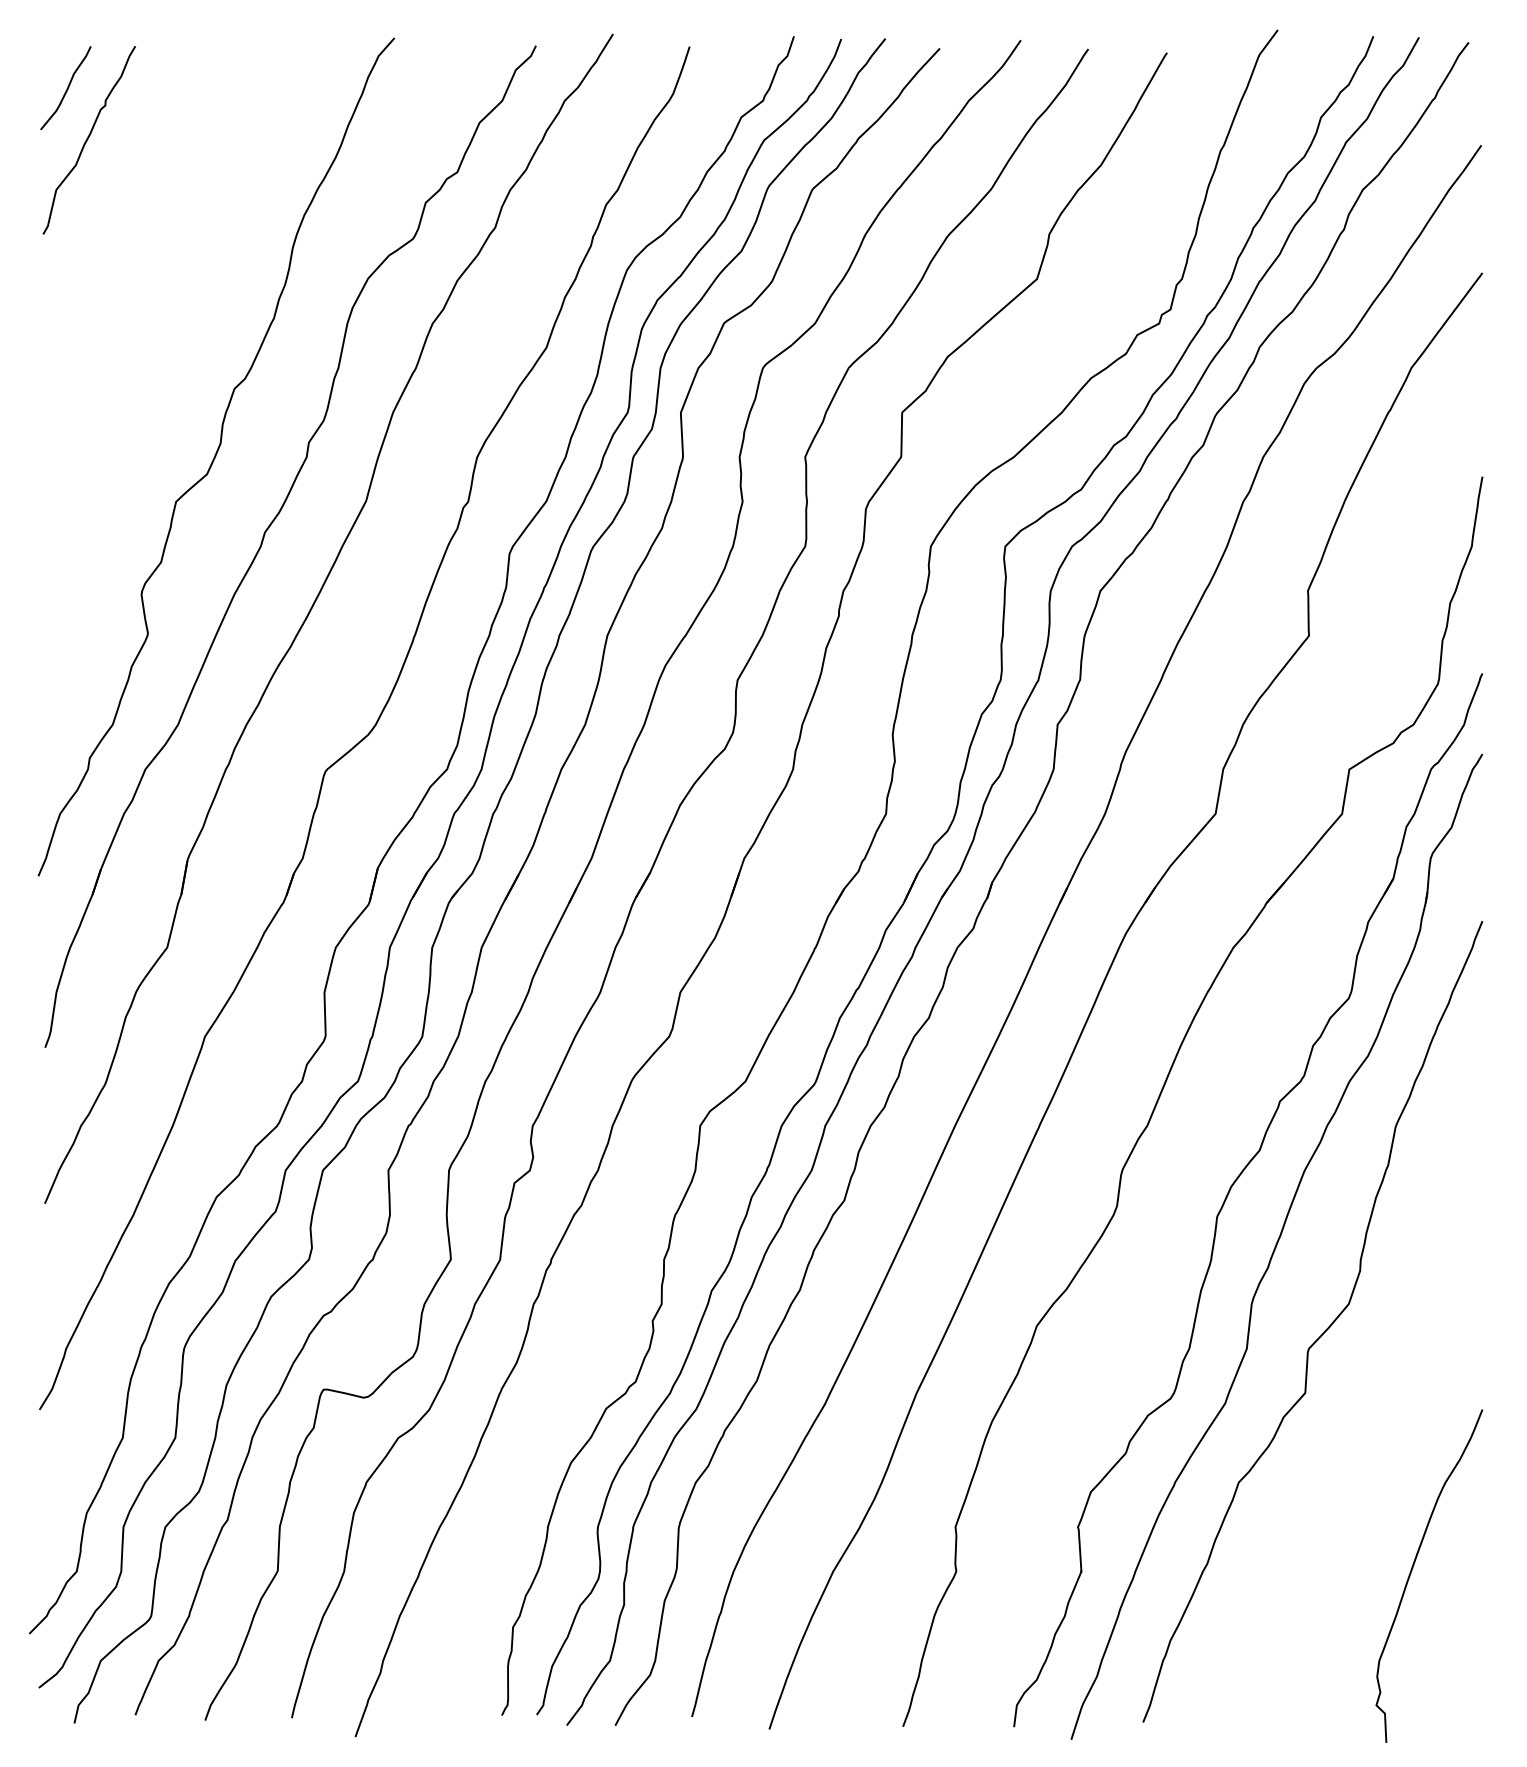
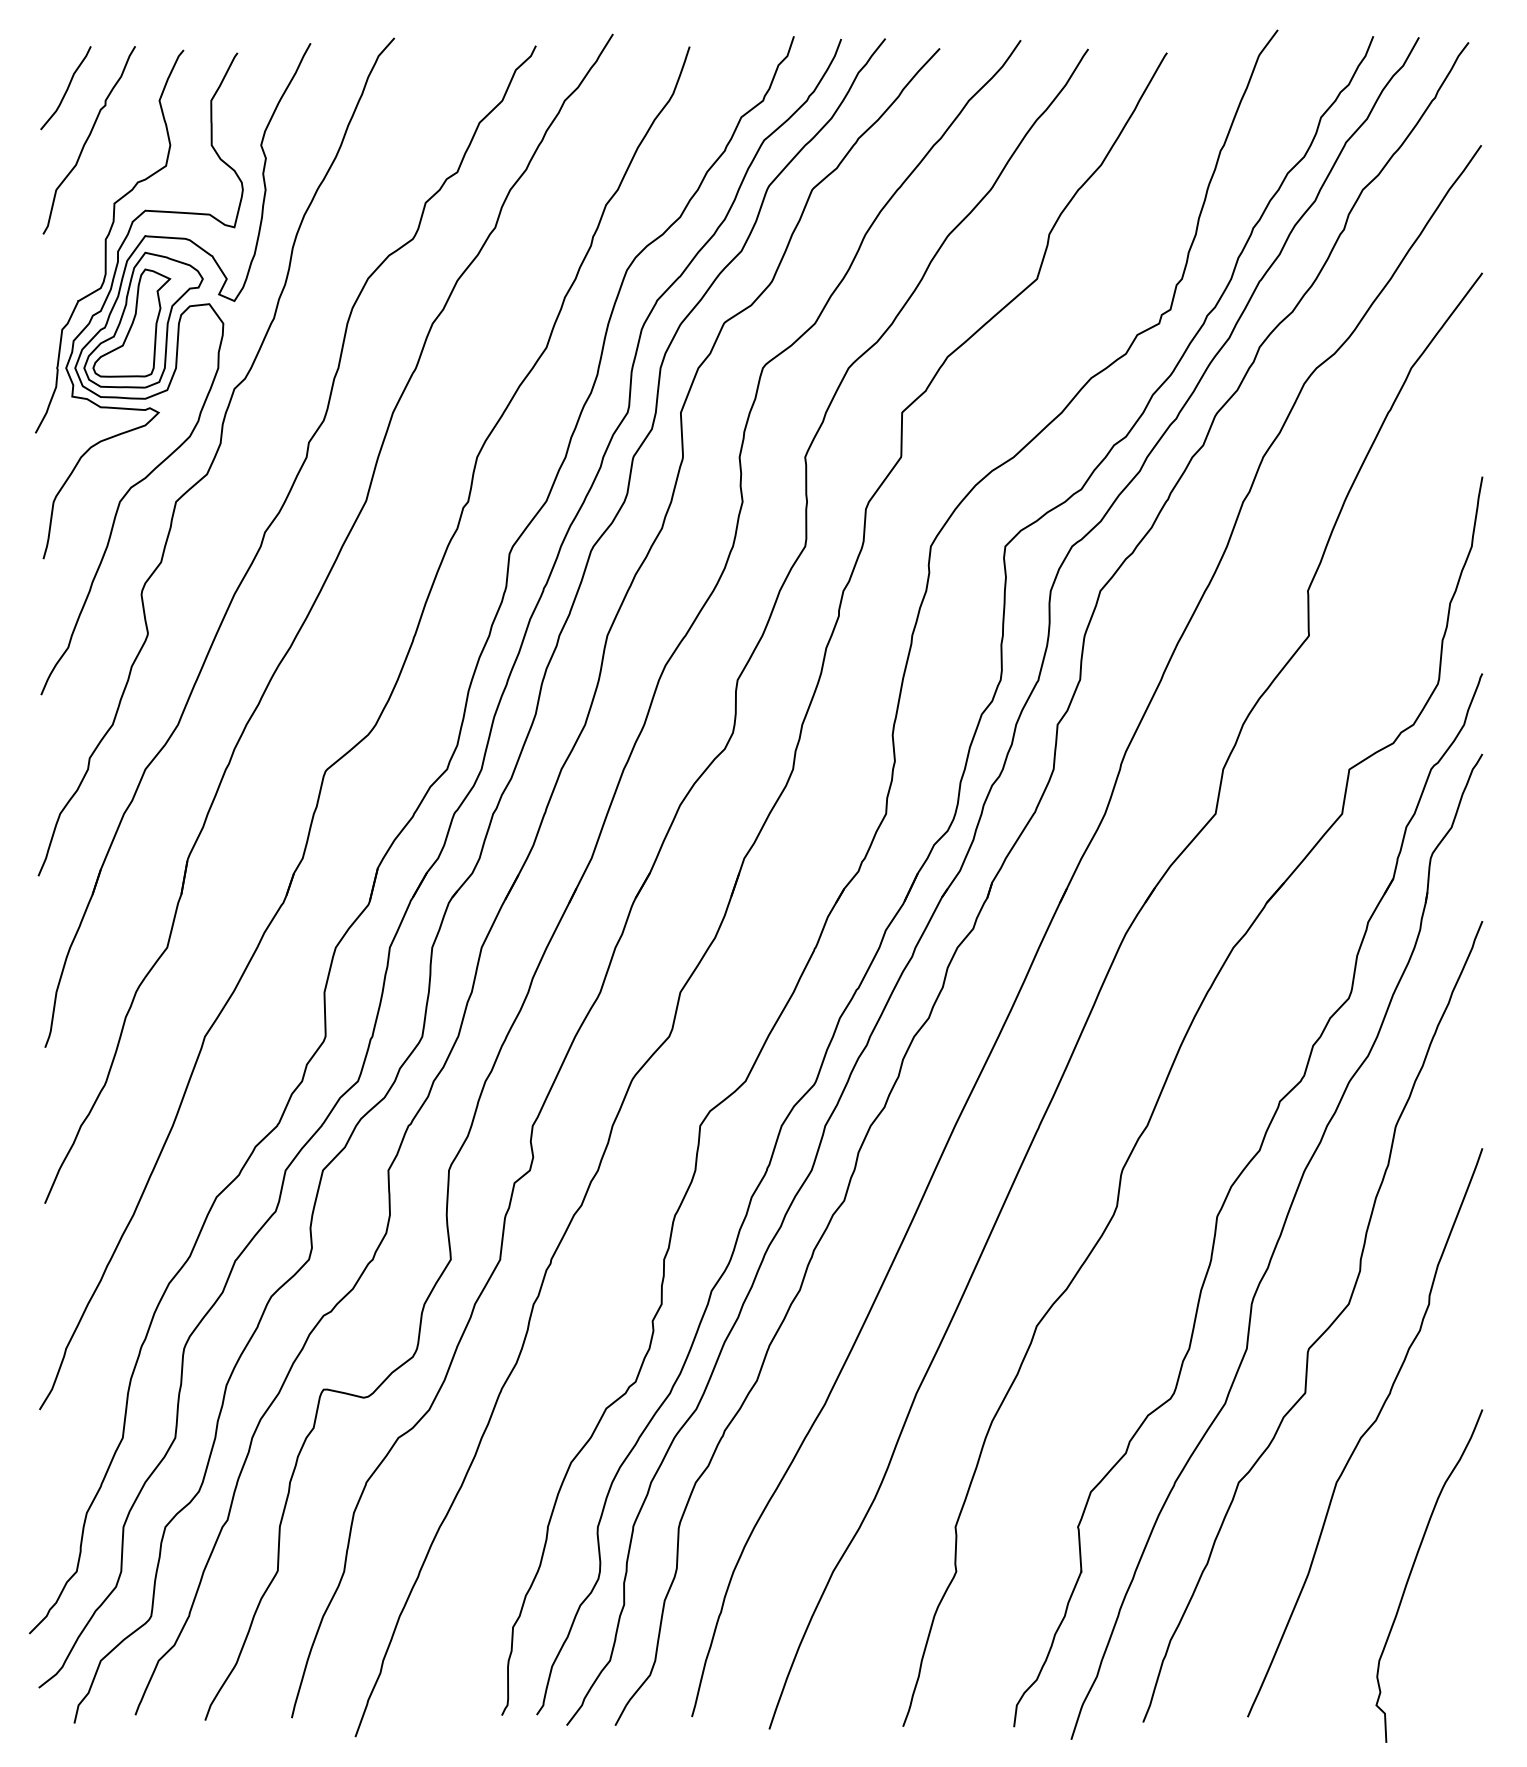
part at (173, 369): none -> present
curve at (1365, 1432): none -> present
